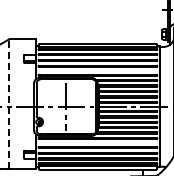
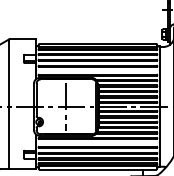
line at (8, 104): dashed -> solid
